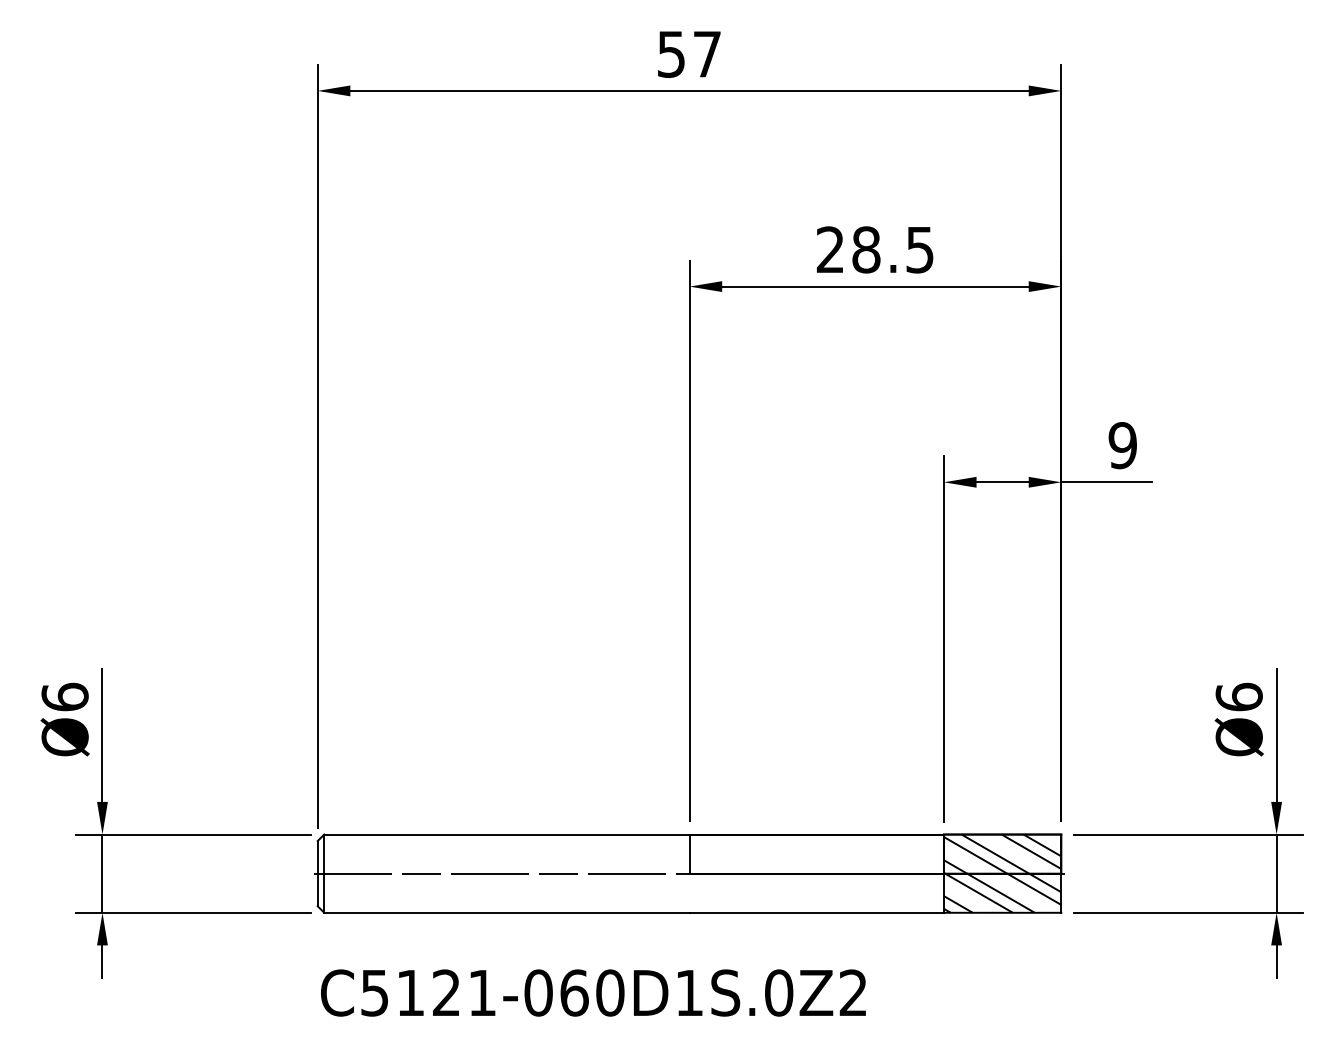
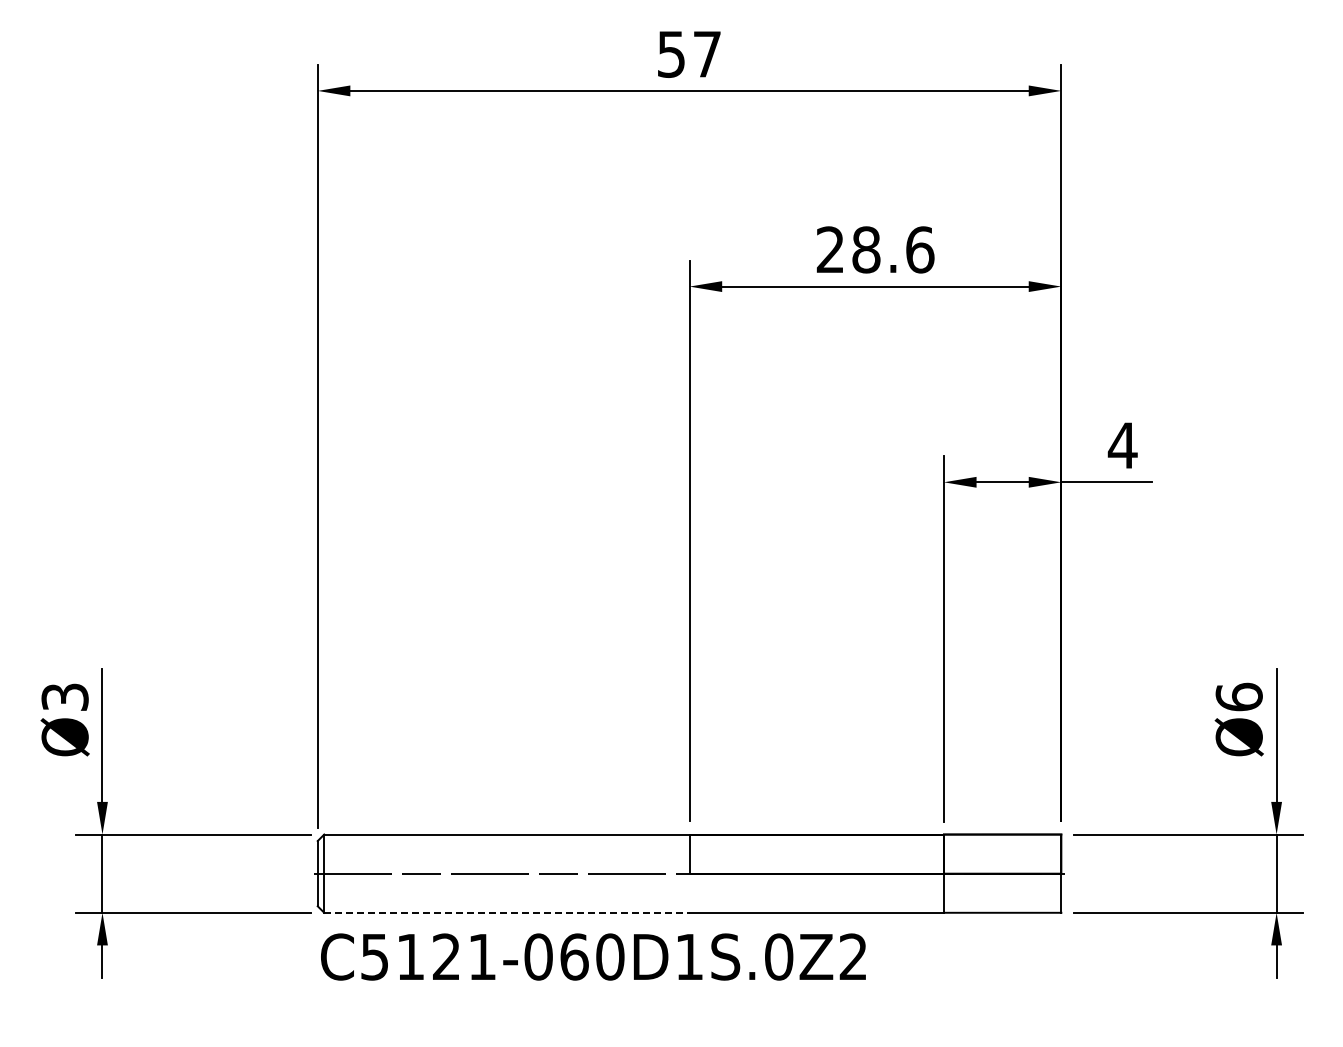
text at (920, 249): 28.5 -> 28.6
text at (1122, 445): 9 -> 4
text at (64, 696): Ø6 -> Ø3
hatch at (1002, 873): present -> none
line at (506, 912): solid -> dashed
text at (593, 992) position: (593, 992) -> (593, 956)
